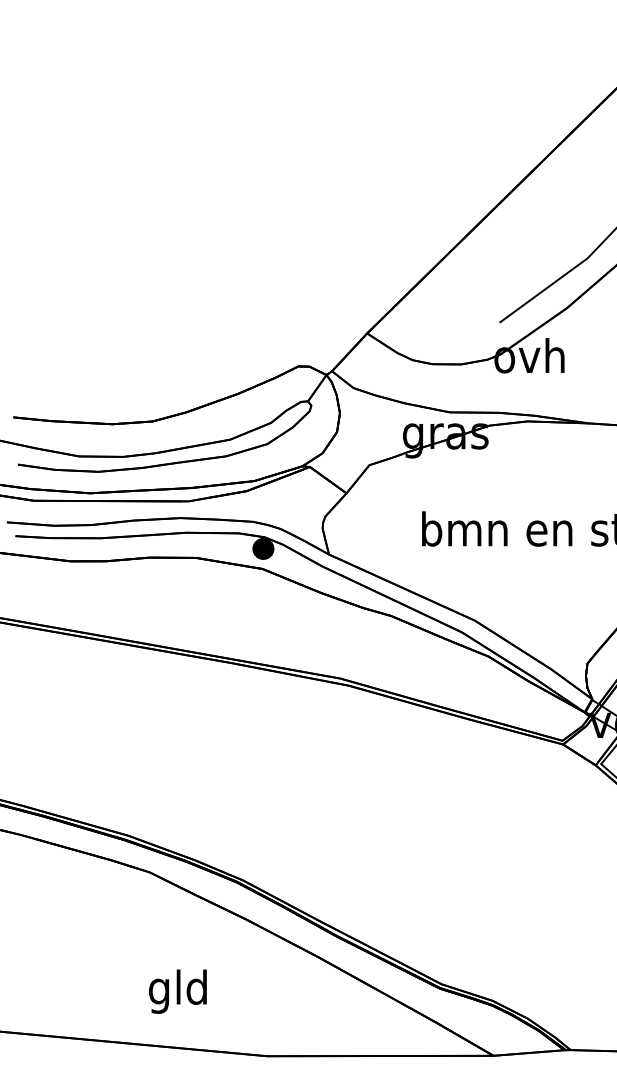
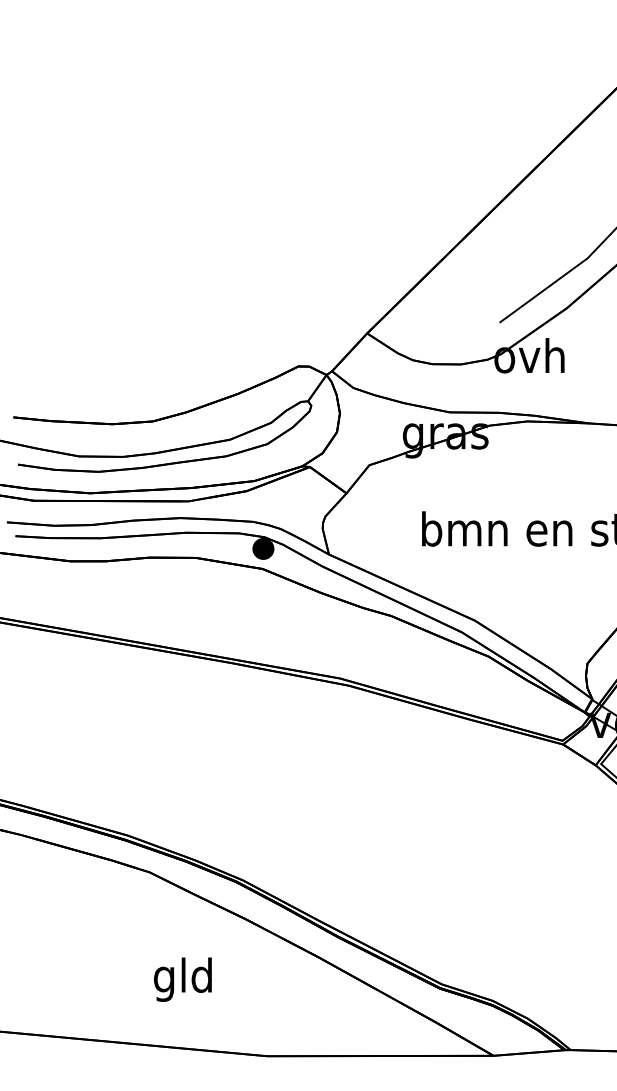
text at (177, 991) position: (177, 991) -> (182, 979)
